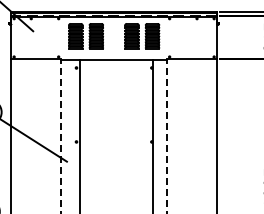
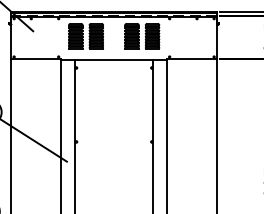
line at (61, 135): dashed -> solid
line at (80, 135) position: (80, 135) -> (75, 135)
line at (166, 135): dashed -> solid
